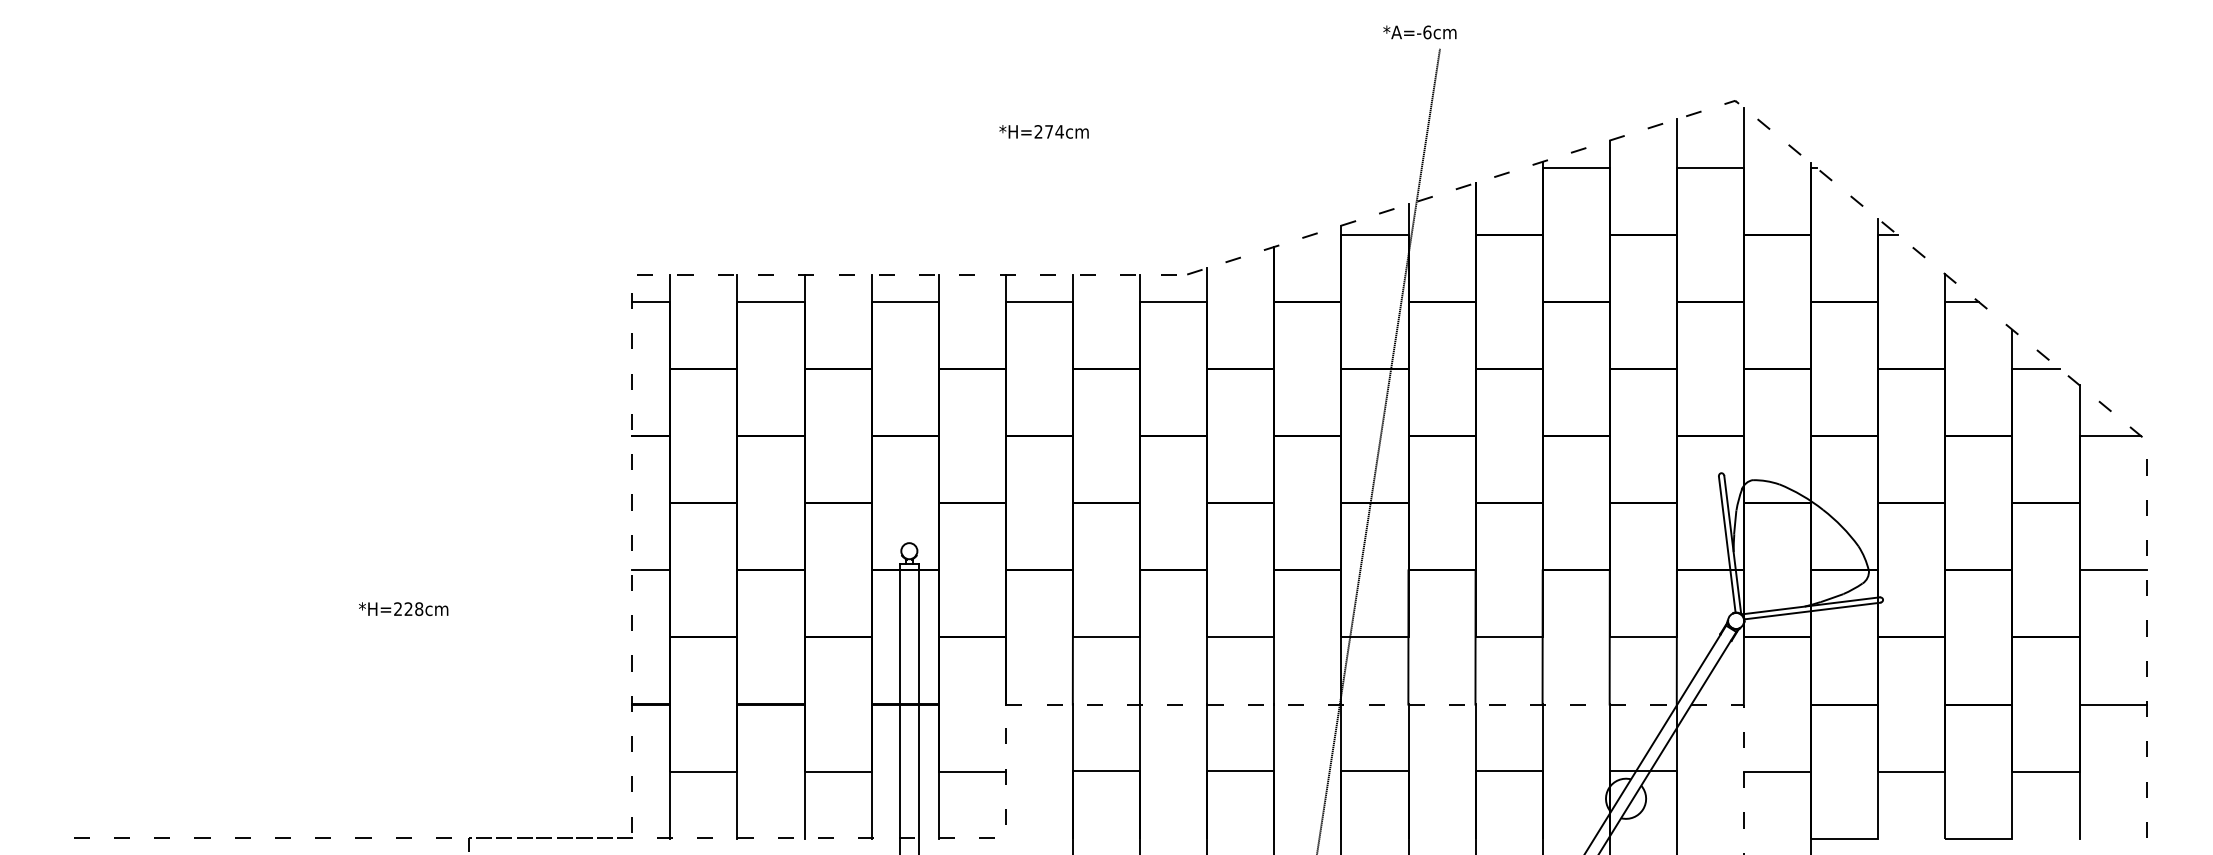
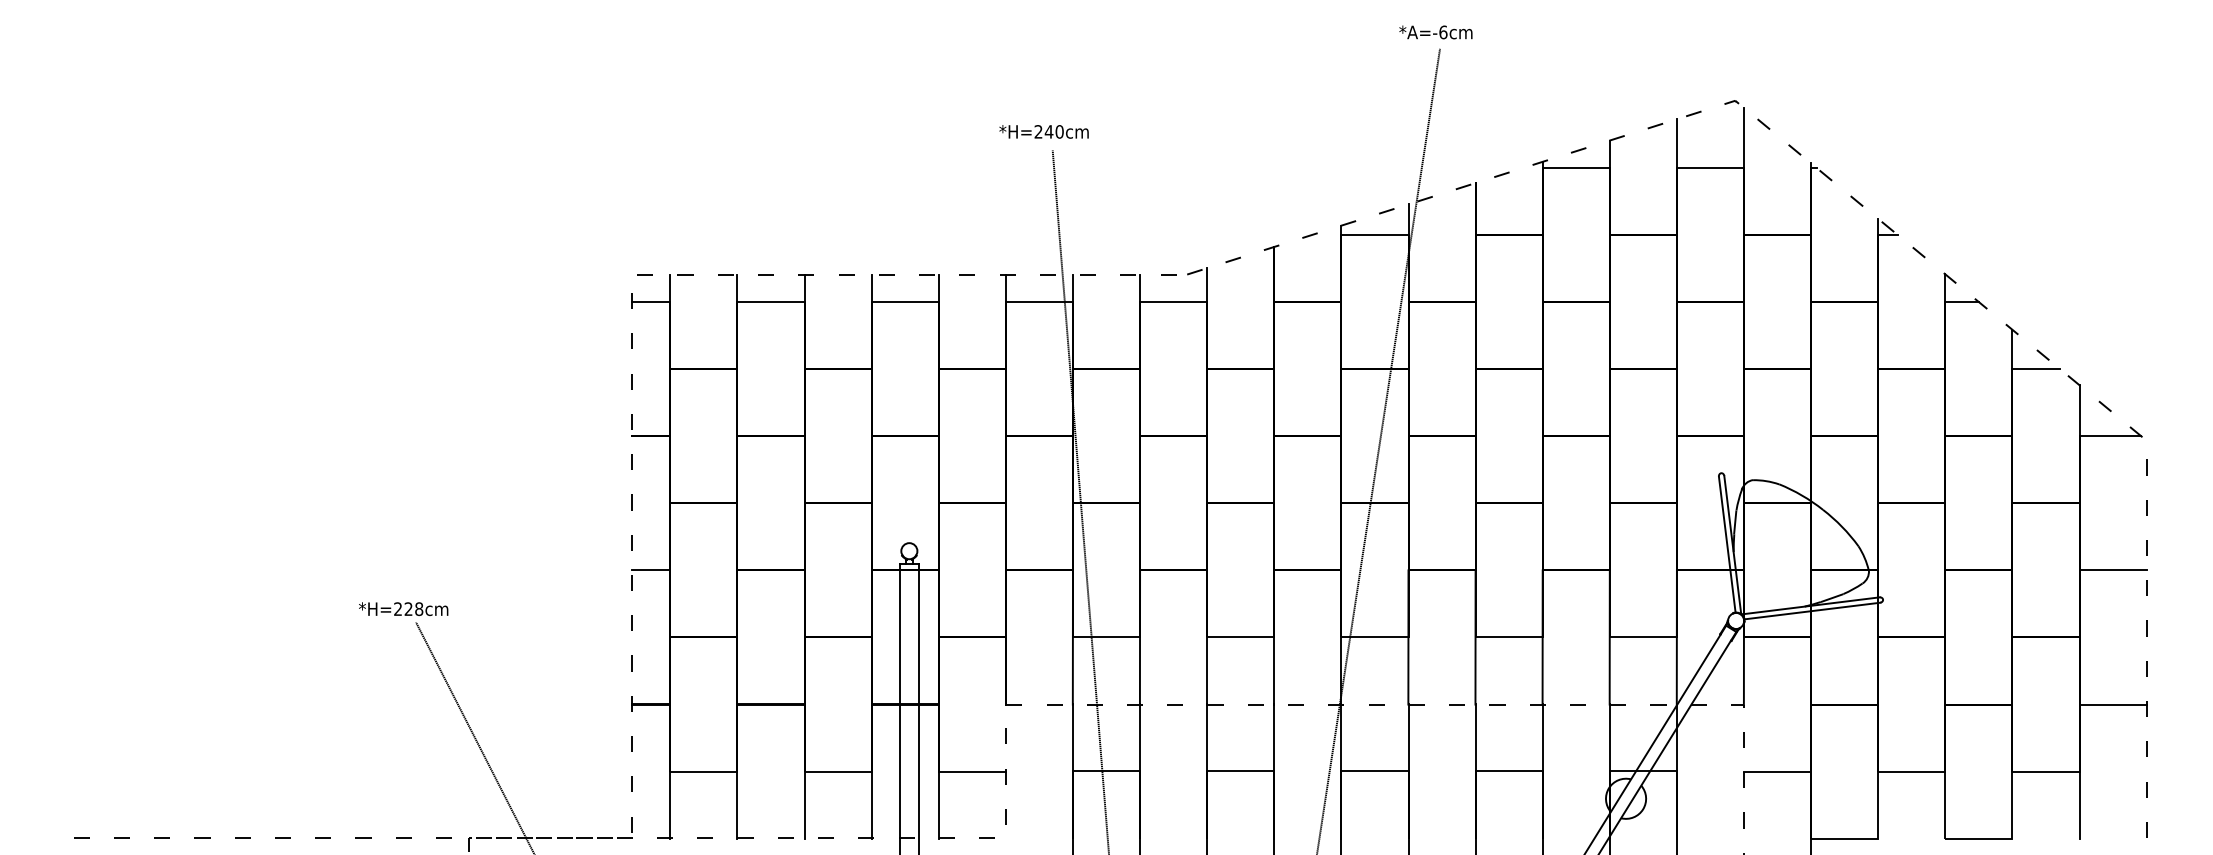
text at (1419, 32) position: (1419, 32) -> (1435, 32)
text at (1053, 131): *H=274cm -> *H=240cm
line at (1080, 500): none -> present
line at (474, 736): none -> present
